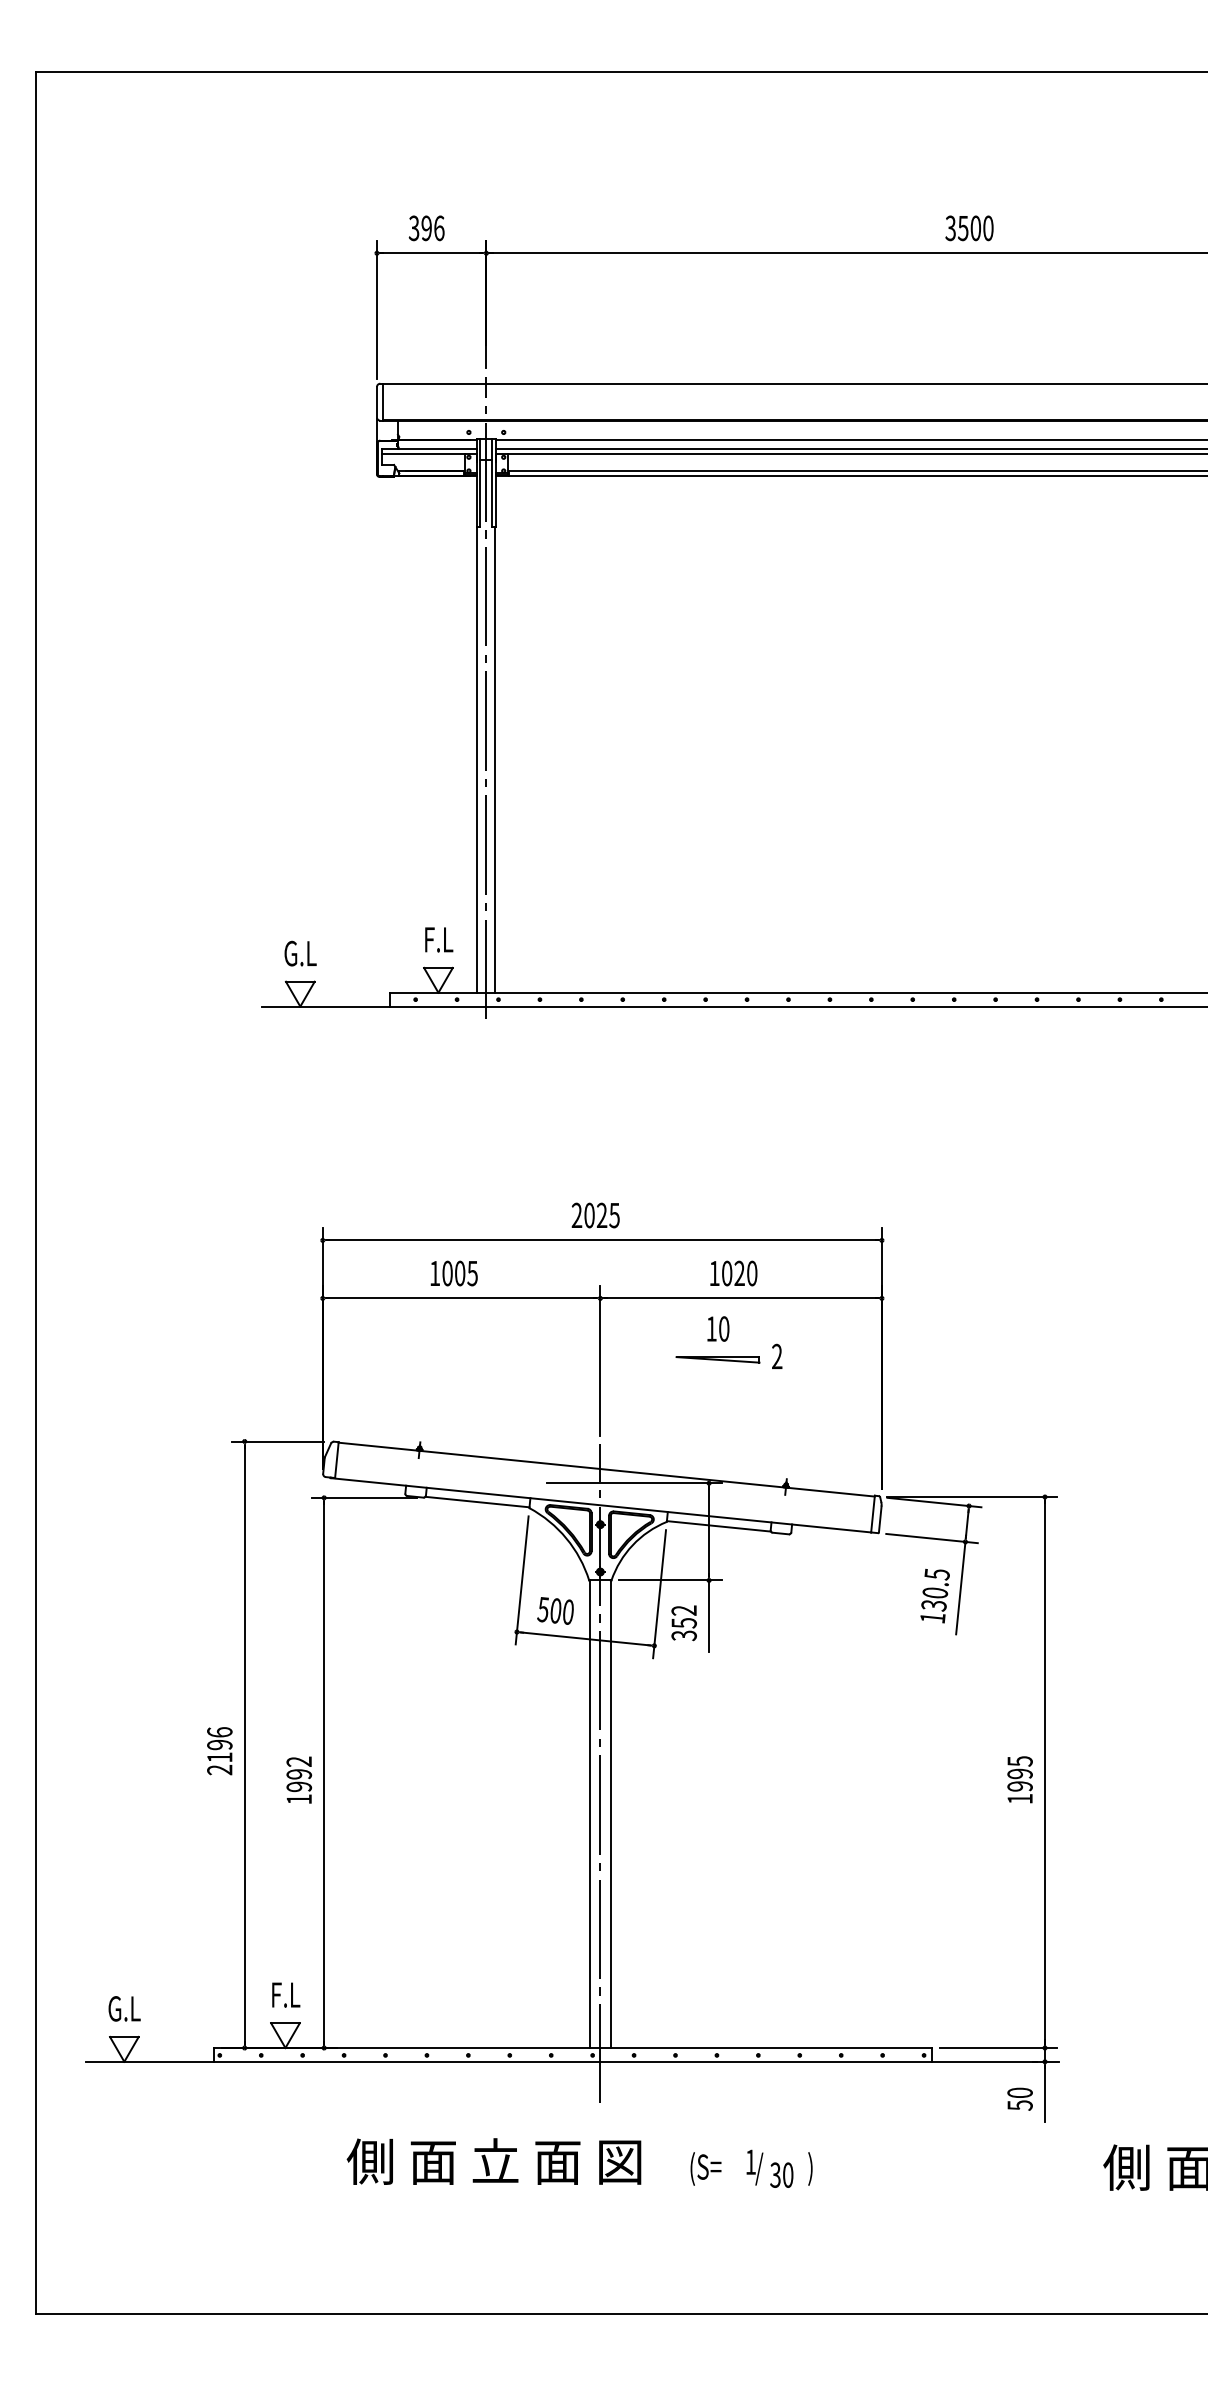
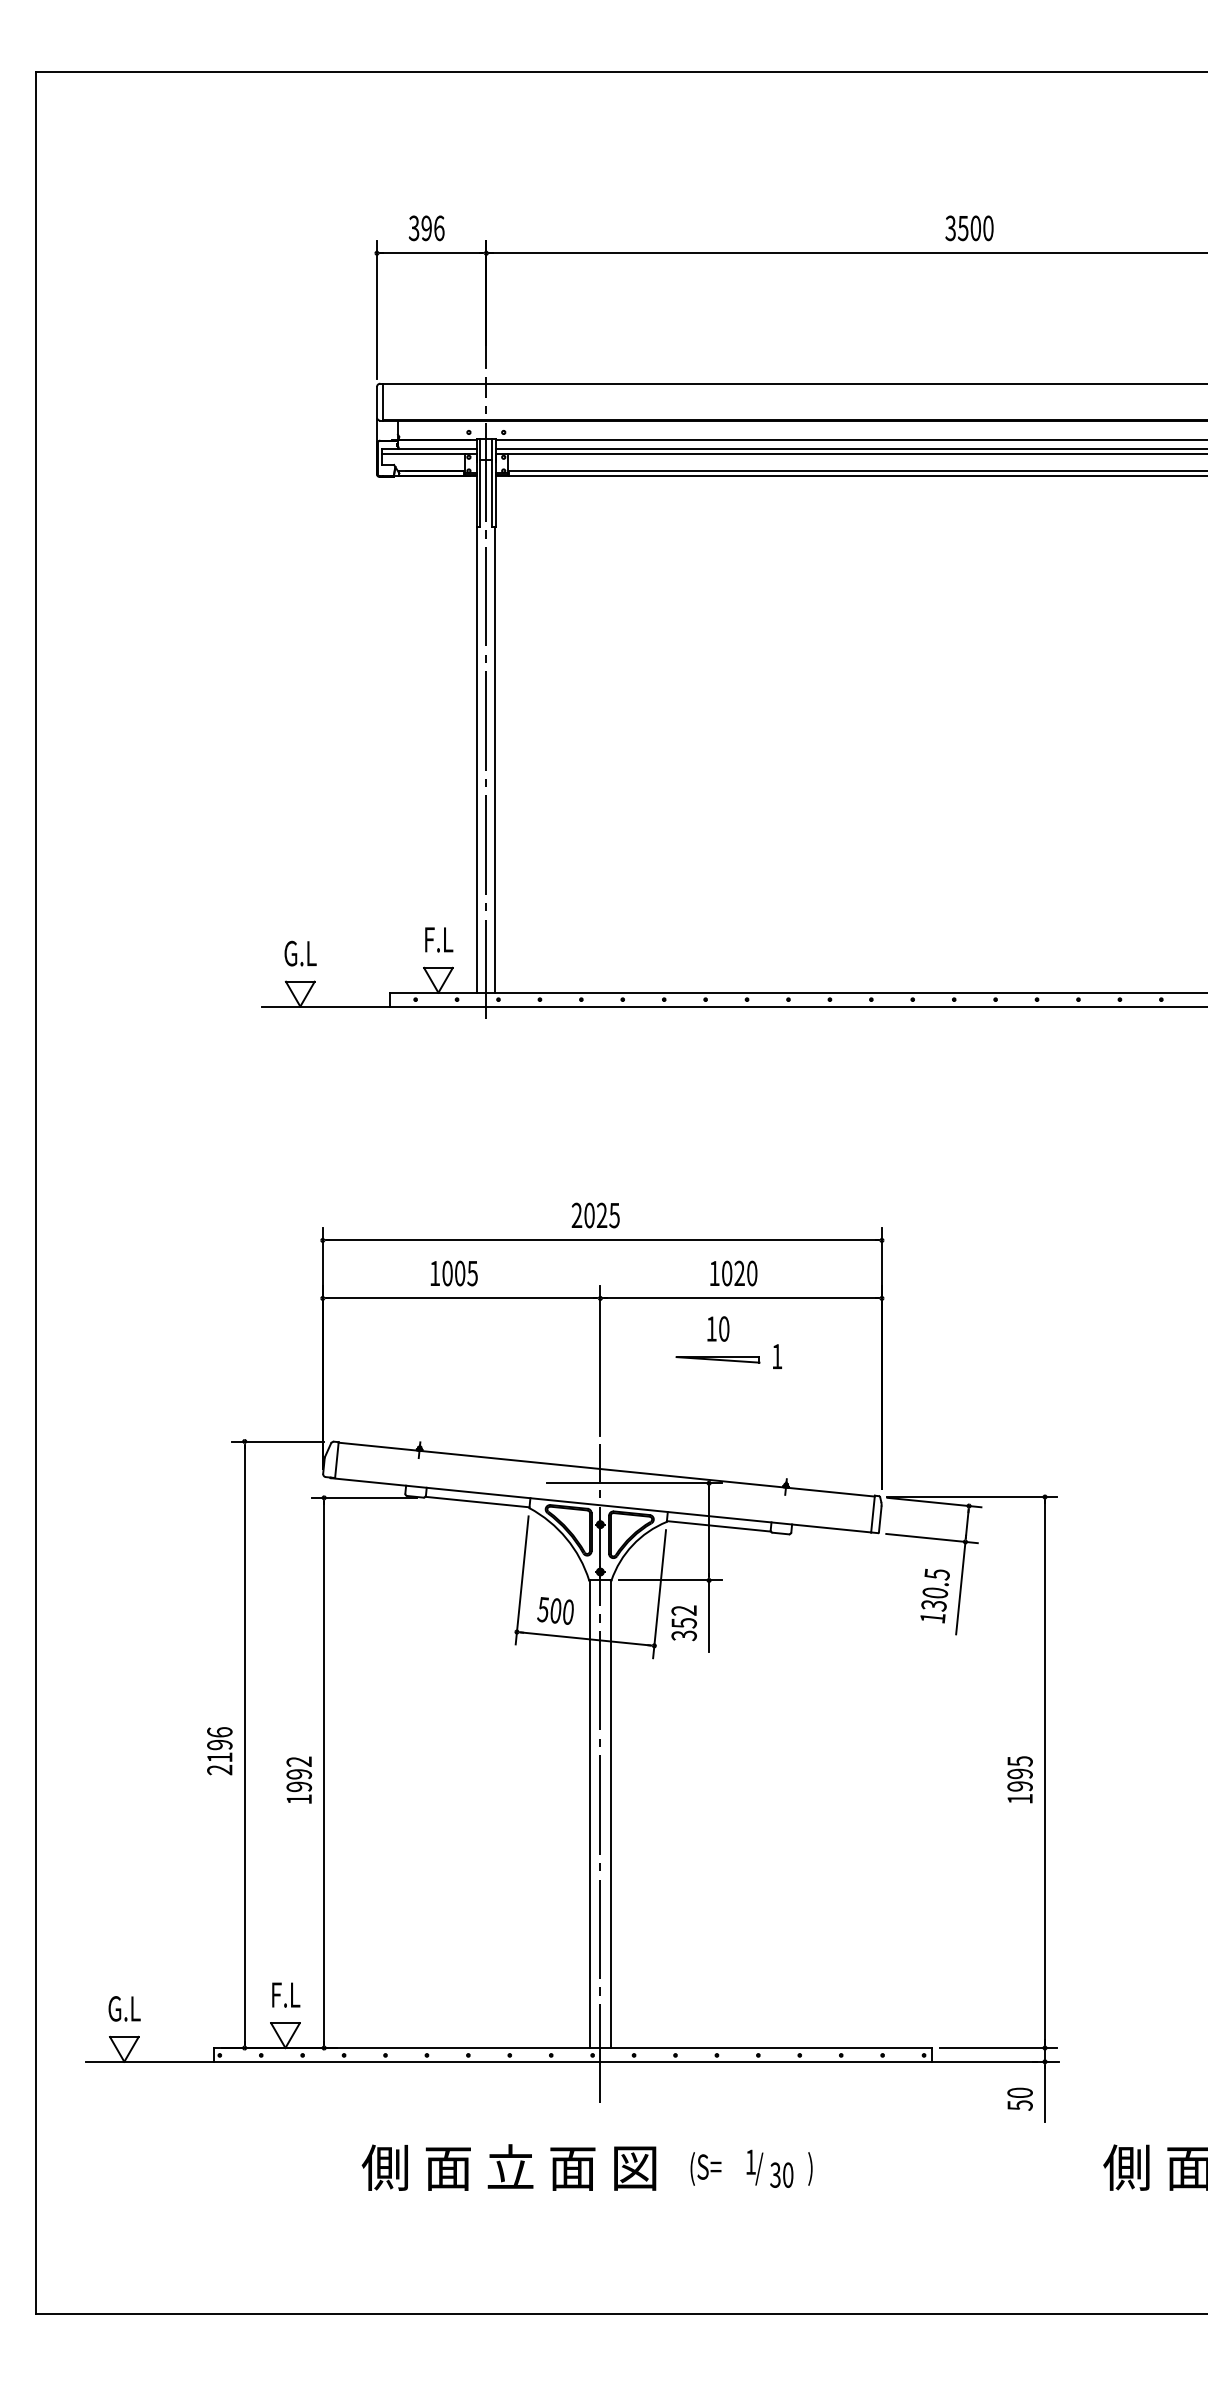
text at (777, 1355): 2 -> 1
text at (493, 2161) position: (493, 2161) -> (508, 2167)
